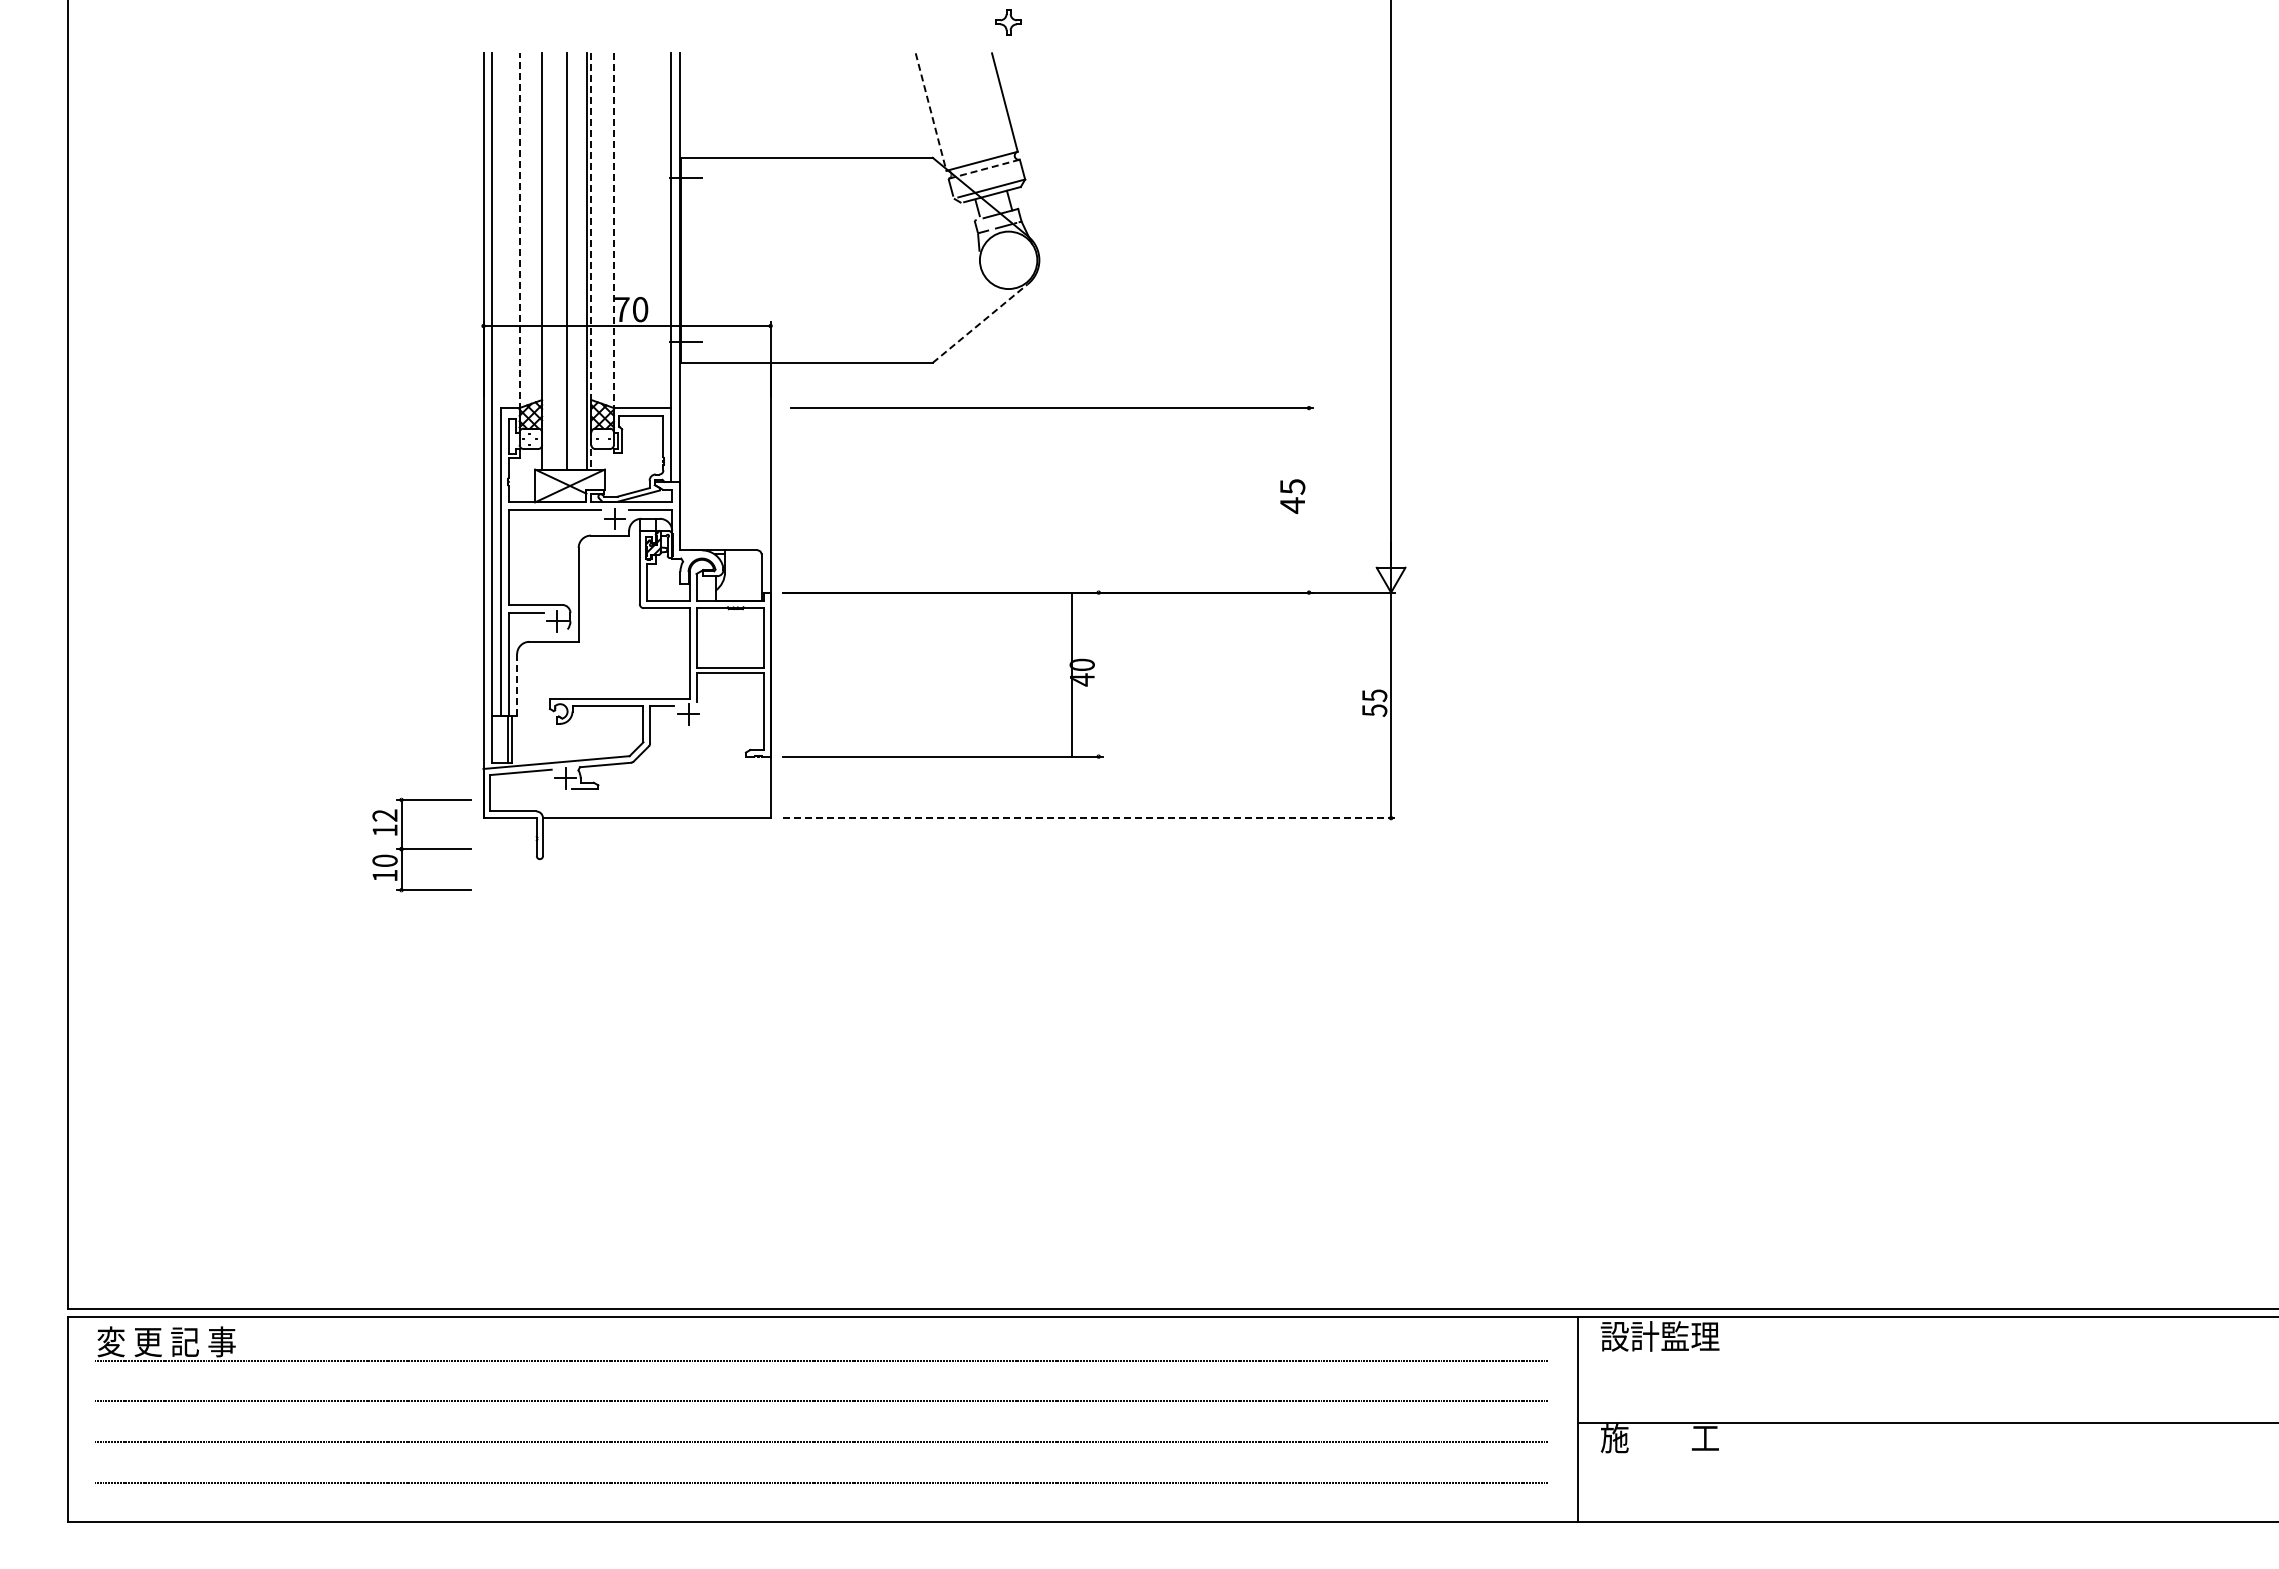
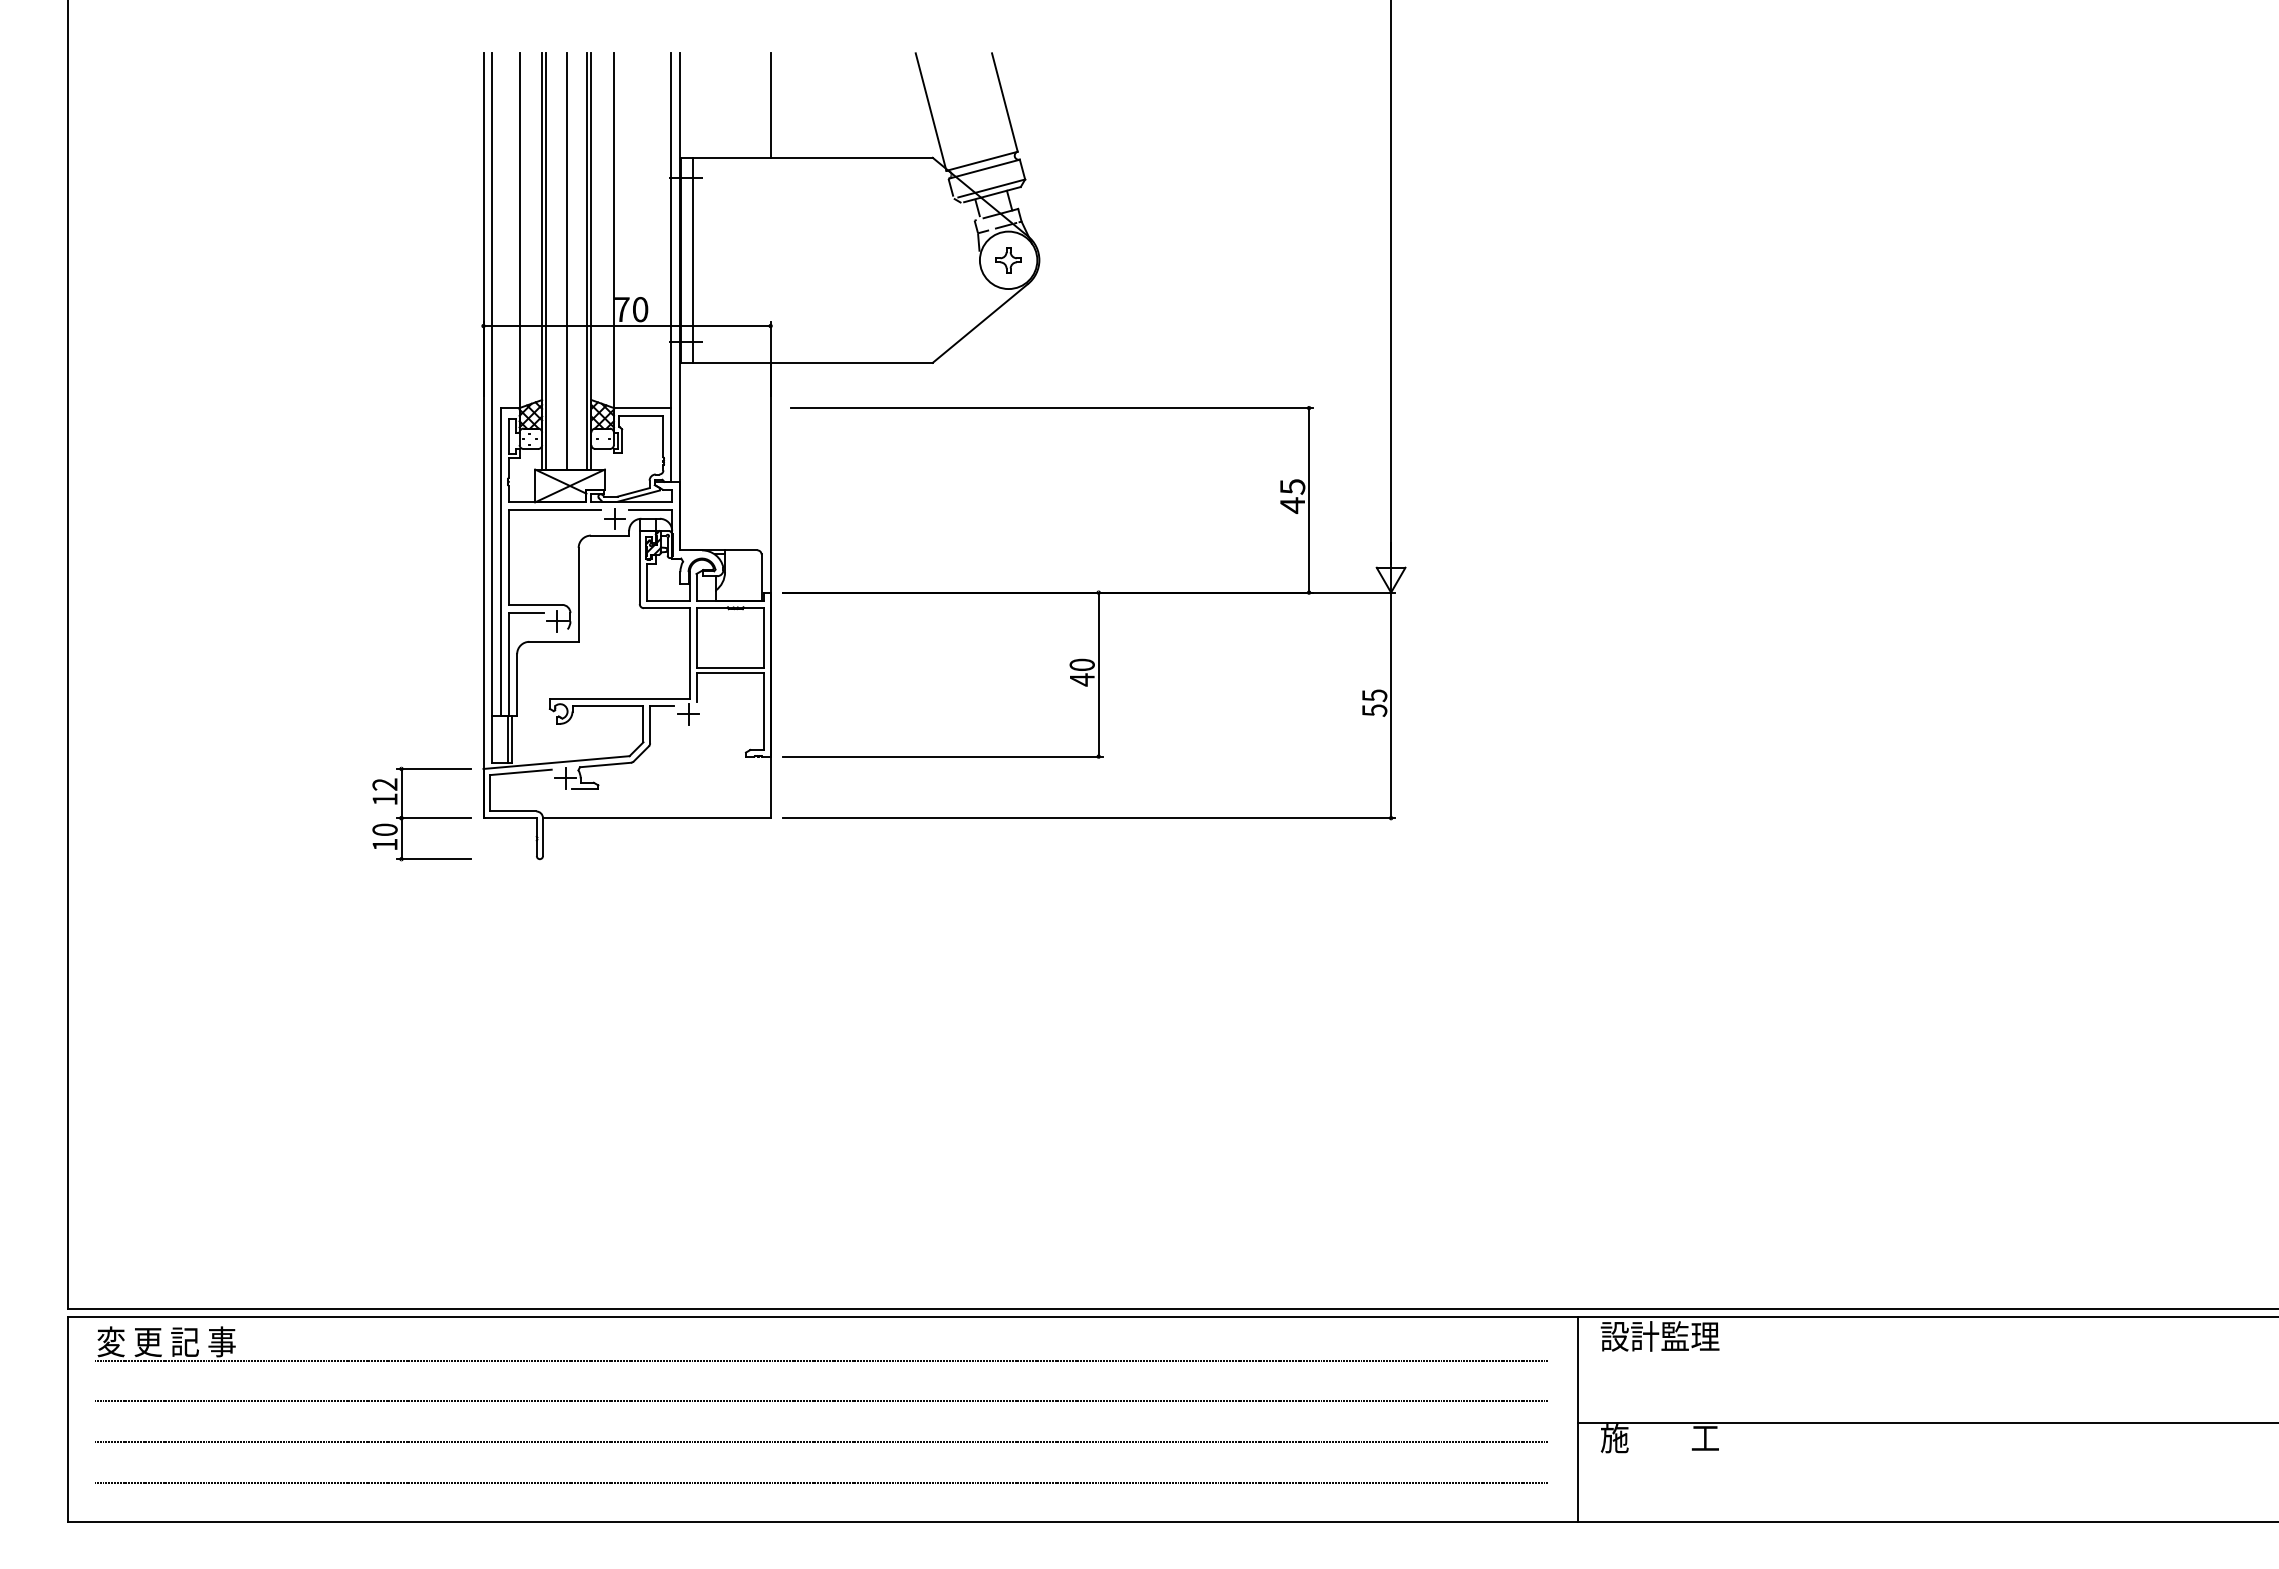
part at (1008, 22) position: (1008, 22) -> (1008, 260)
line at (770, 105): none -> present
line at (931, 112): dashed -> solid
line at (987, 168): dashed -> solid
line at (519, 231): dashed -> solid
line at (613, 231): dashed -> solid
line at (692, 259): none -> present
line at (546, 261): none -> present
line at (591, 261): dashed -> solid
line at (980, 323): dashed -> solid
line at (1309, 500): none -> present
line at (1071, 674) position: (1071, 674) -> (1098, 674)
line at (517, 684): dashed -> solid
line at (1089, 818): dashed -> solid
part at (421, 844) position: (421, 844) -> (421, 813)
